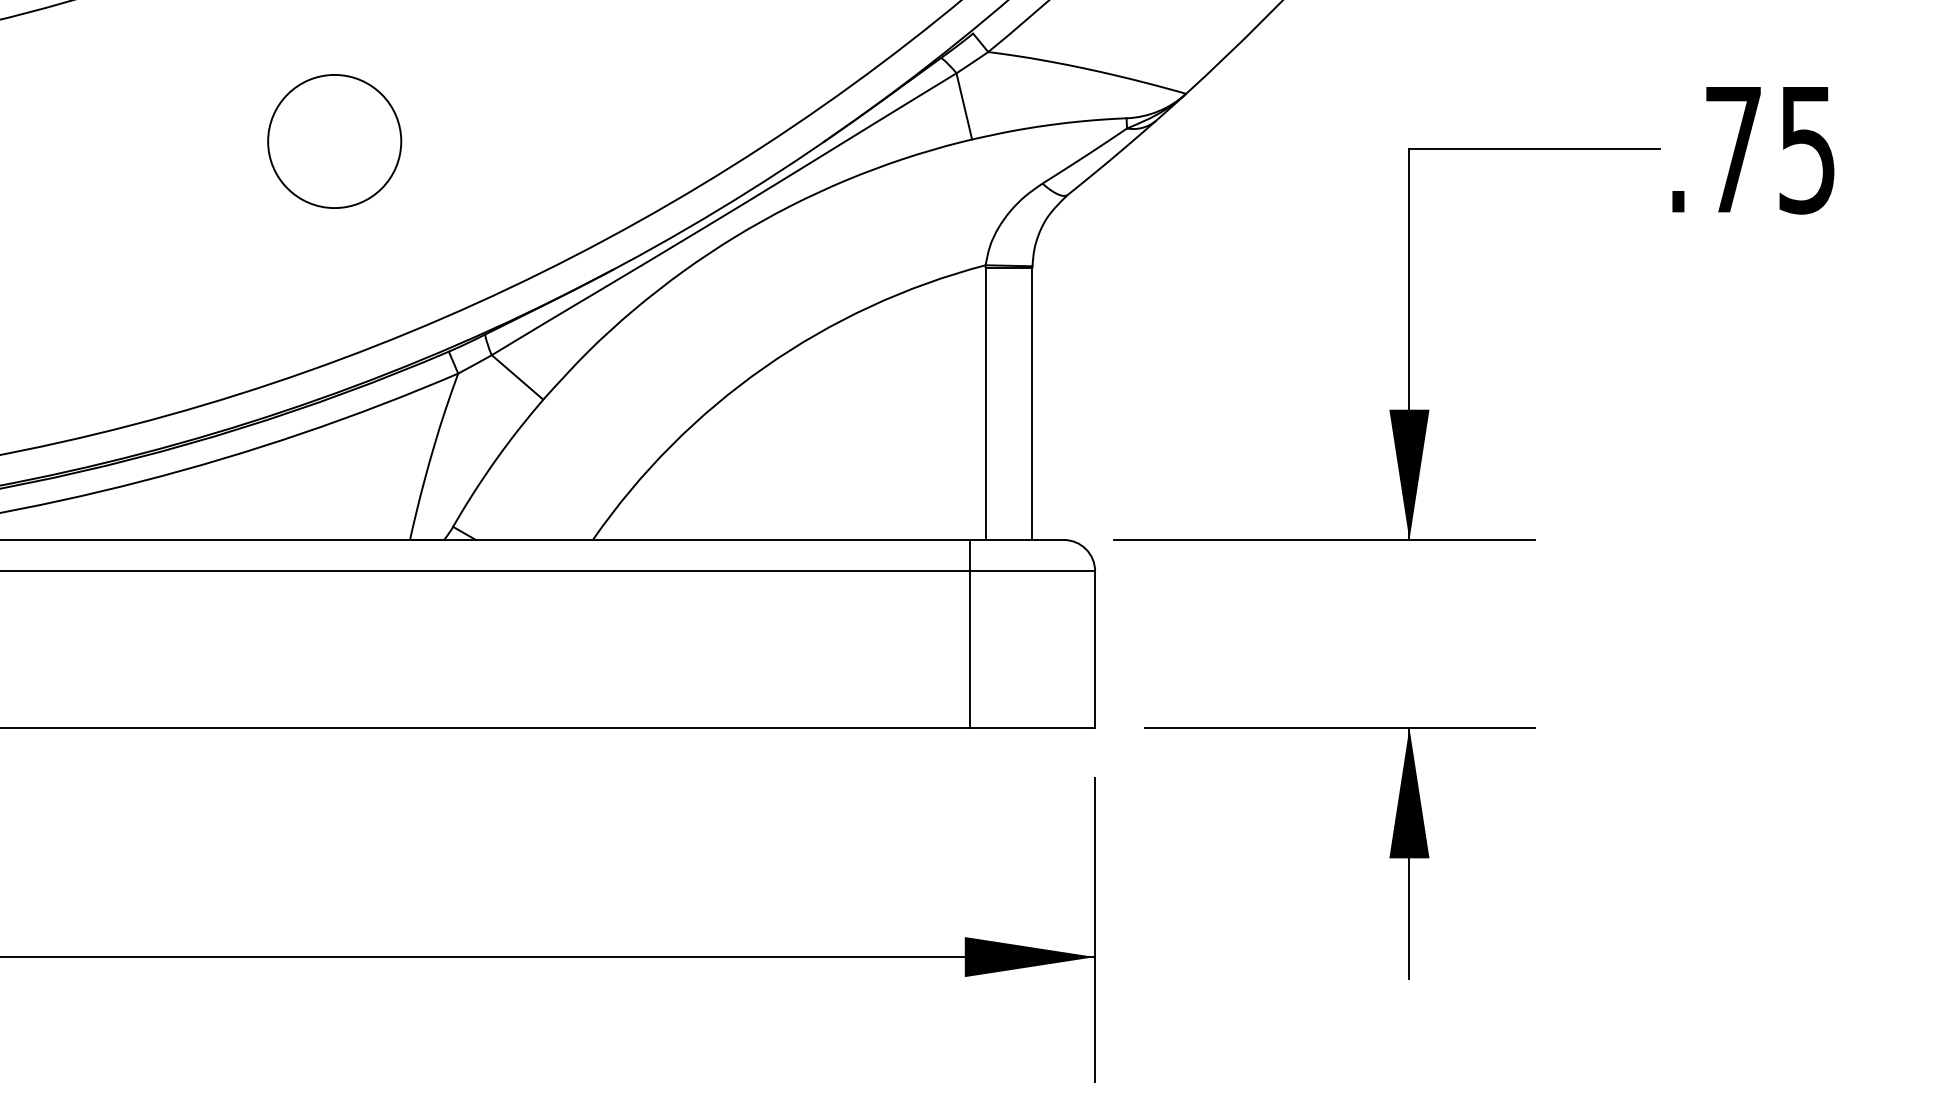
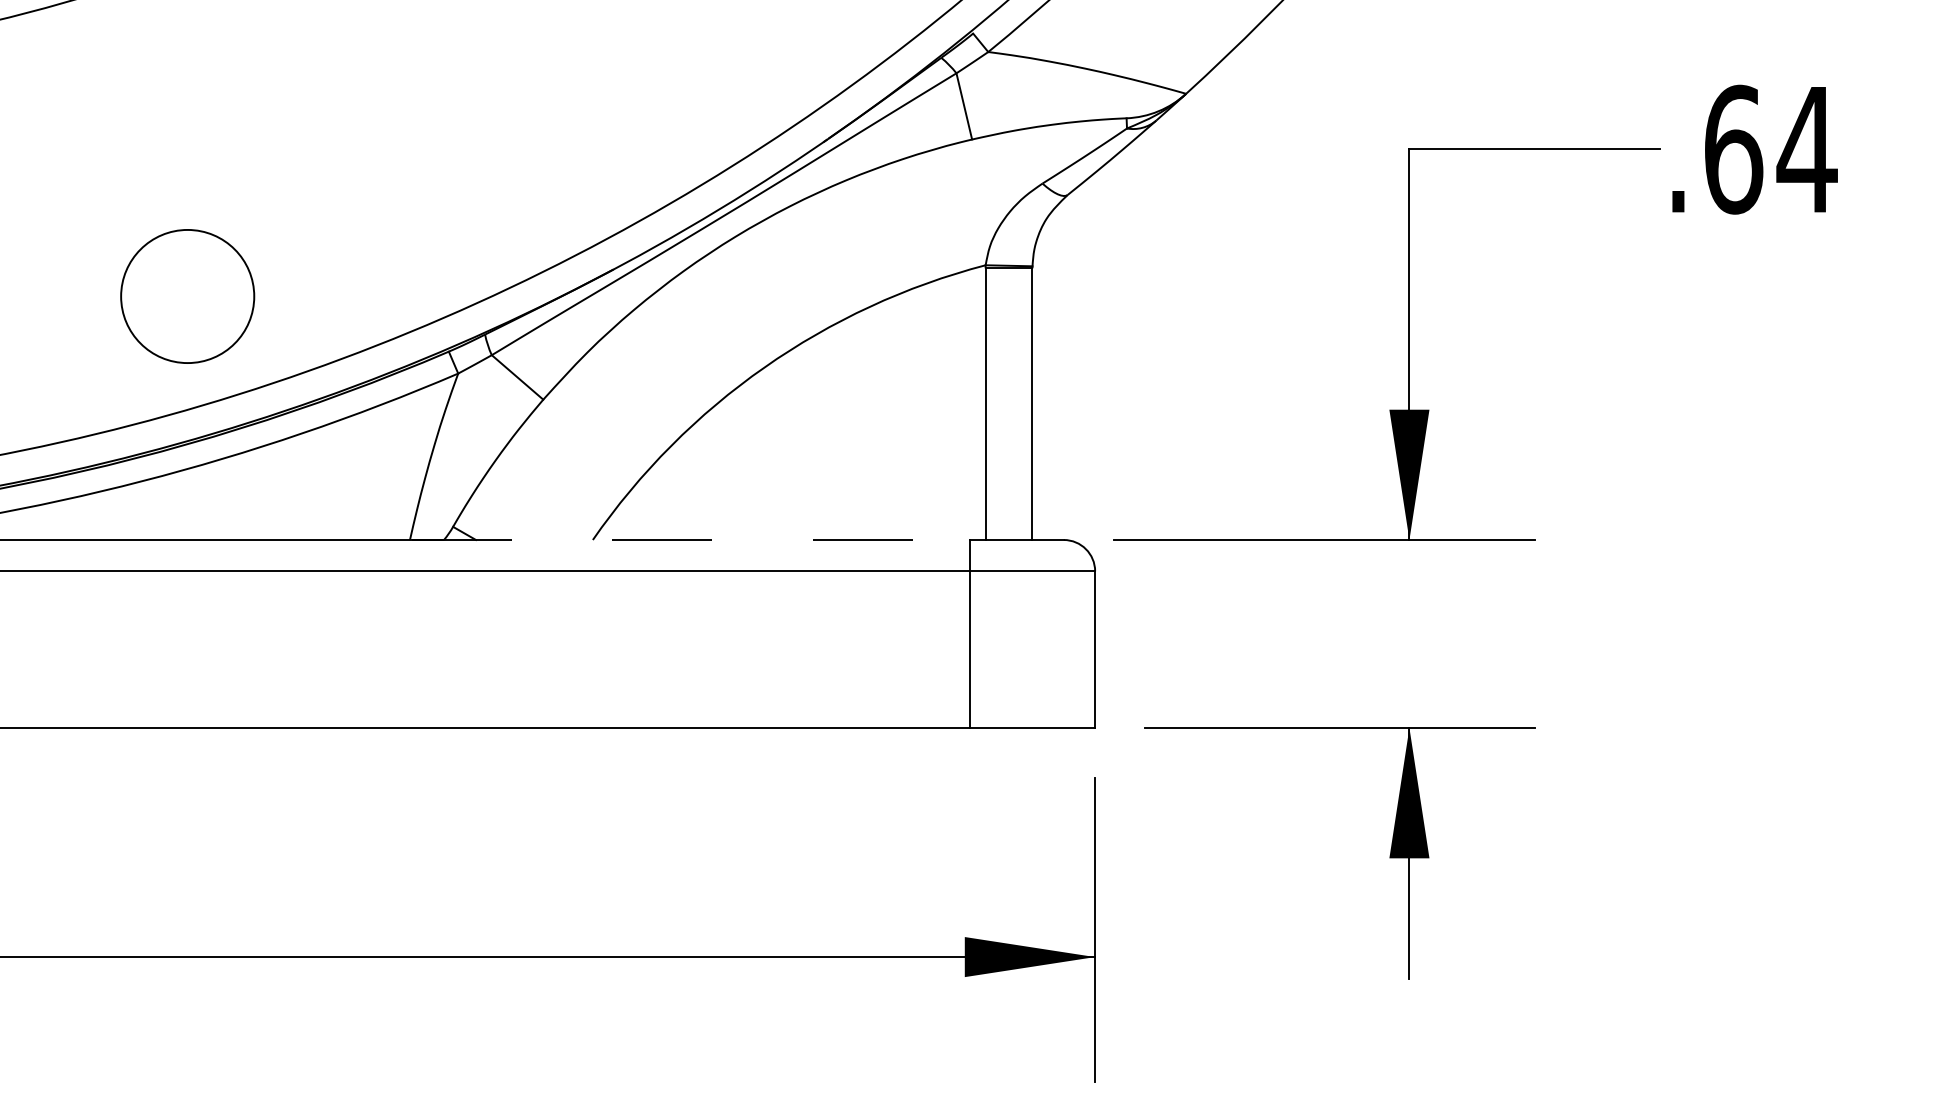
circle at (334, 141) position: (334, 141) -> (187, 296)
text at (1771, 149): .75 -> .64
line at (691, 540): solid -> dashed
